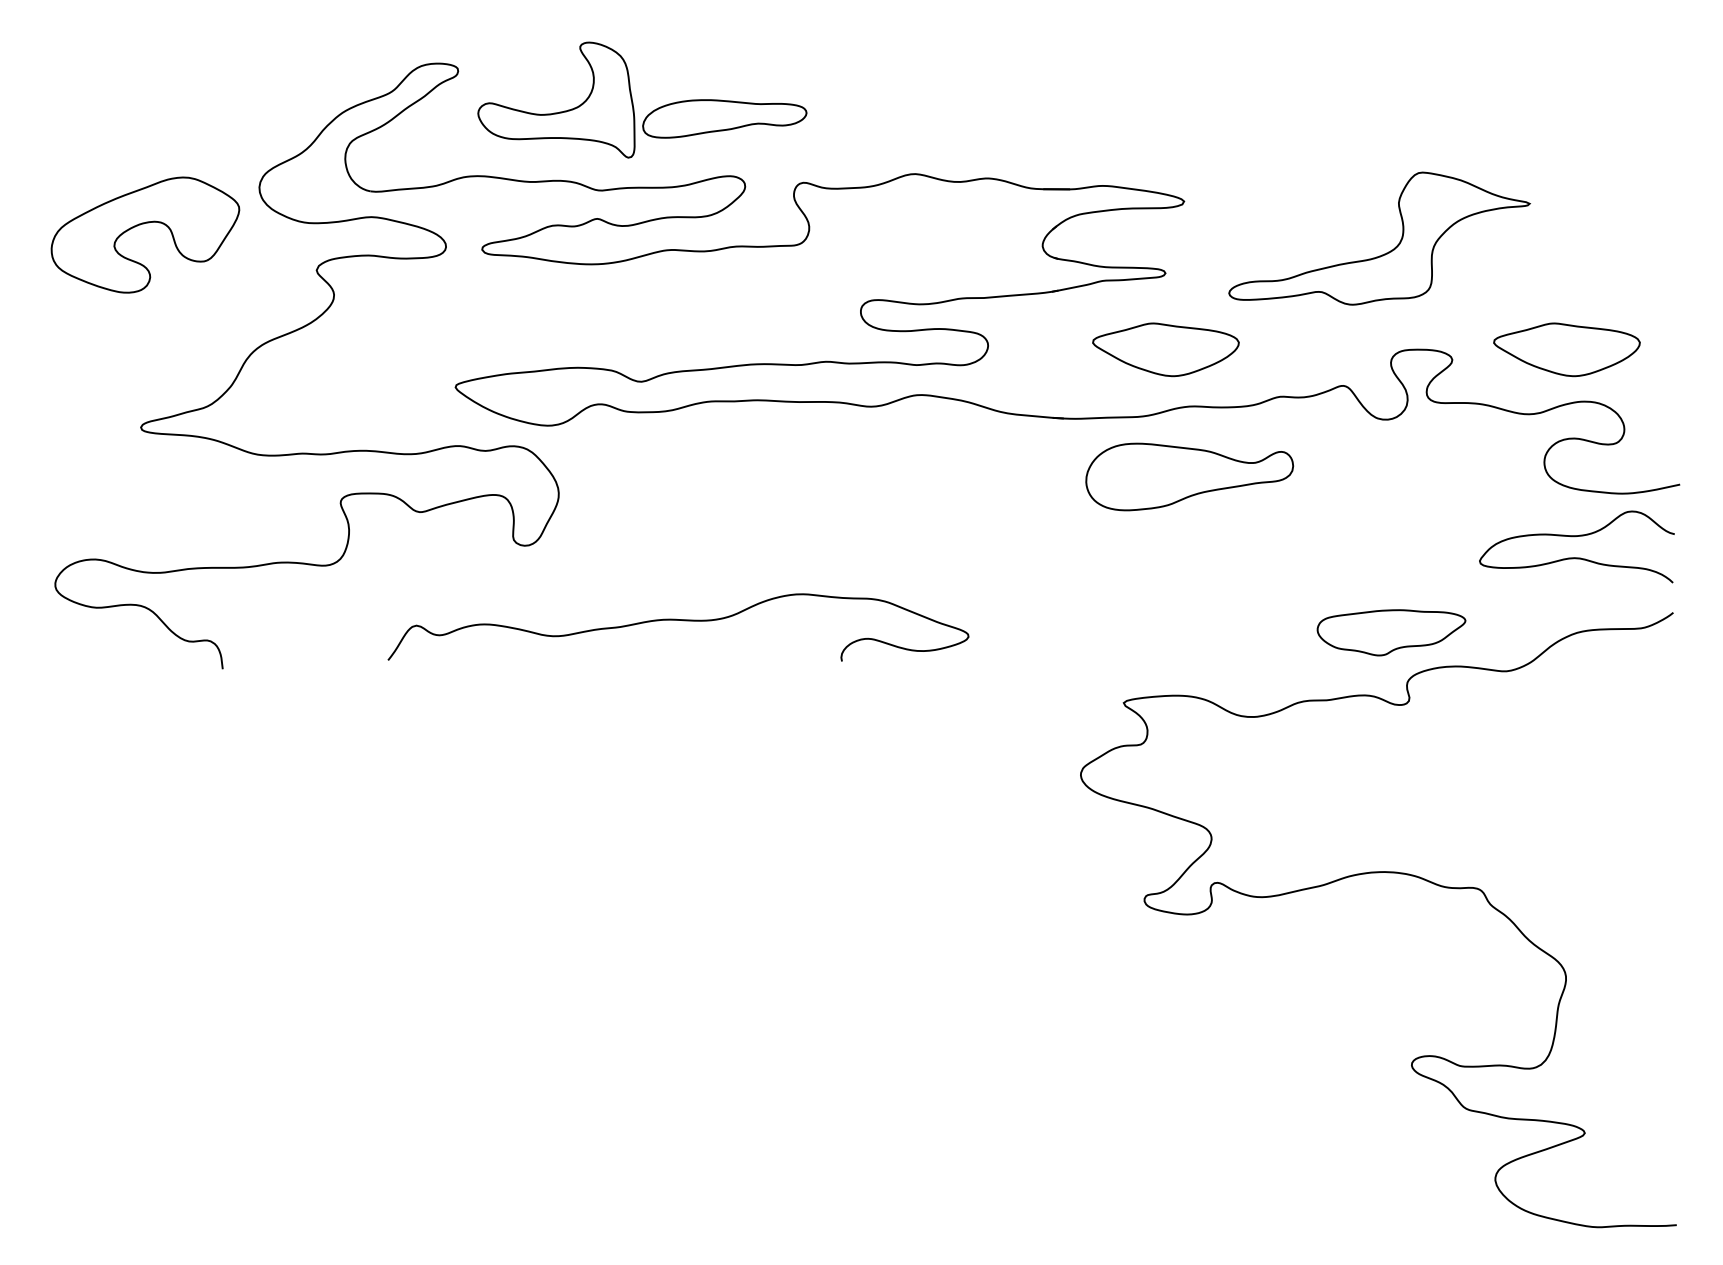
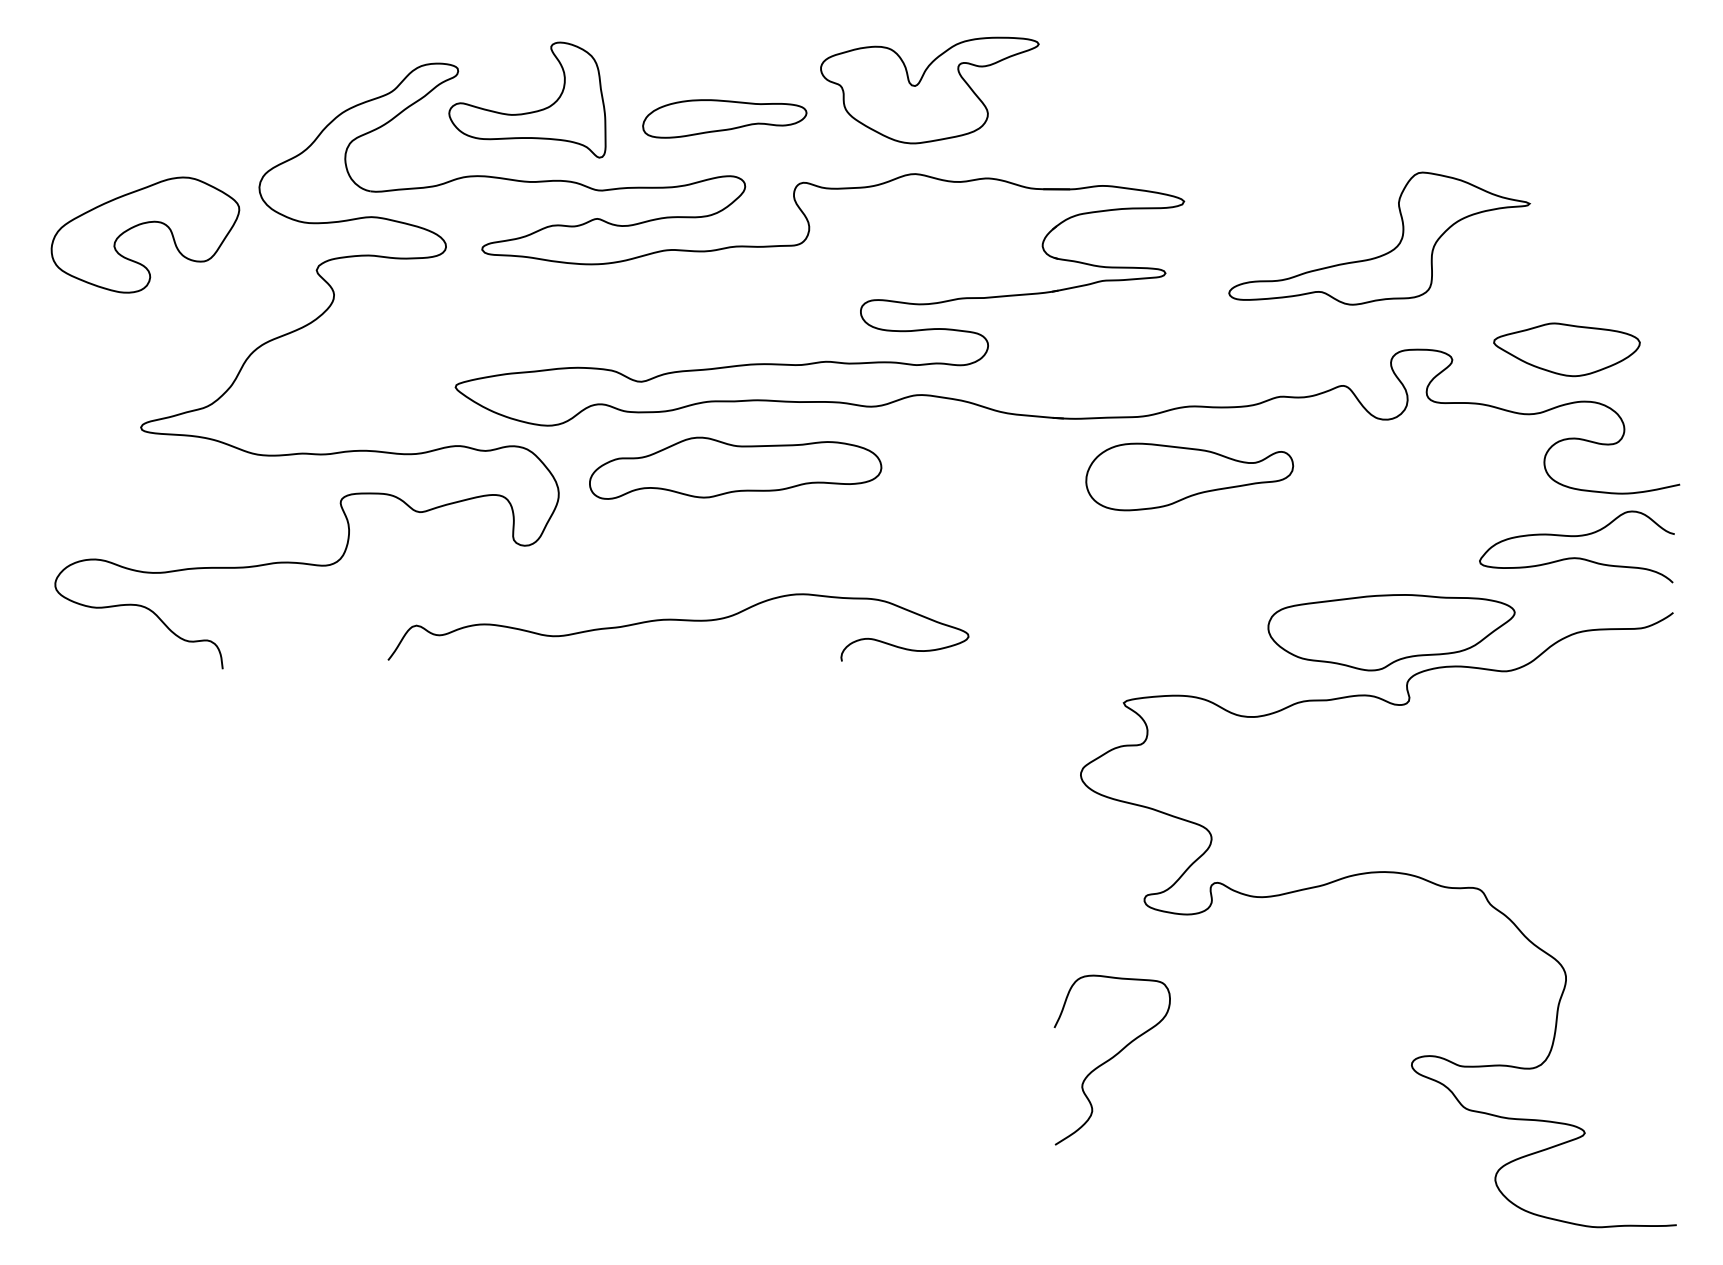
part at (929, 90): none -> present
part at (559, 111) position: (559, 111) -> (530, 111)
part at (1165, 349): present -> none
part at (735, 467): none -> present
part at (1391, 632) size: 151x48 px -> 249x78 px
curve at (1111, 1059): none -> present
